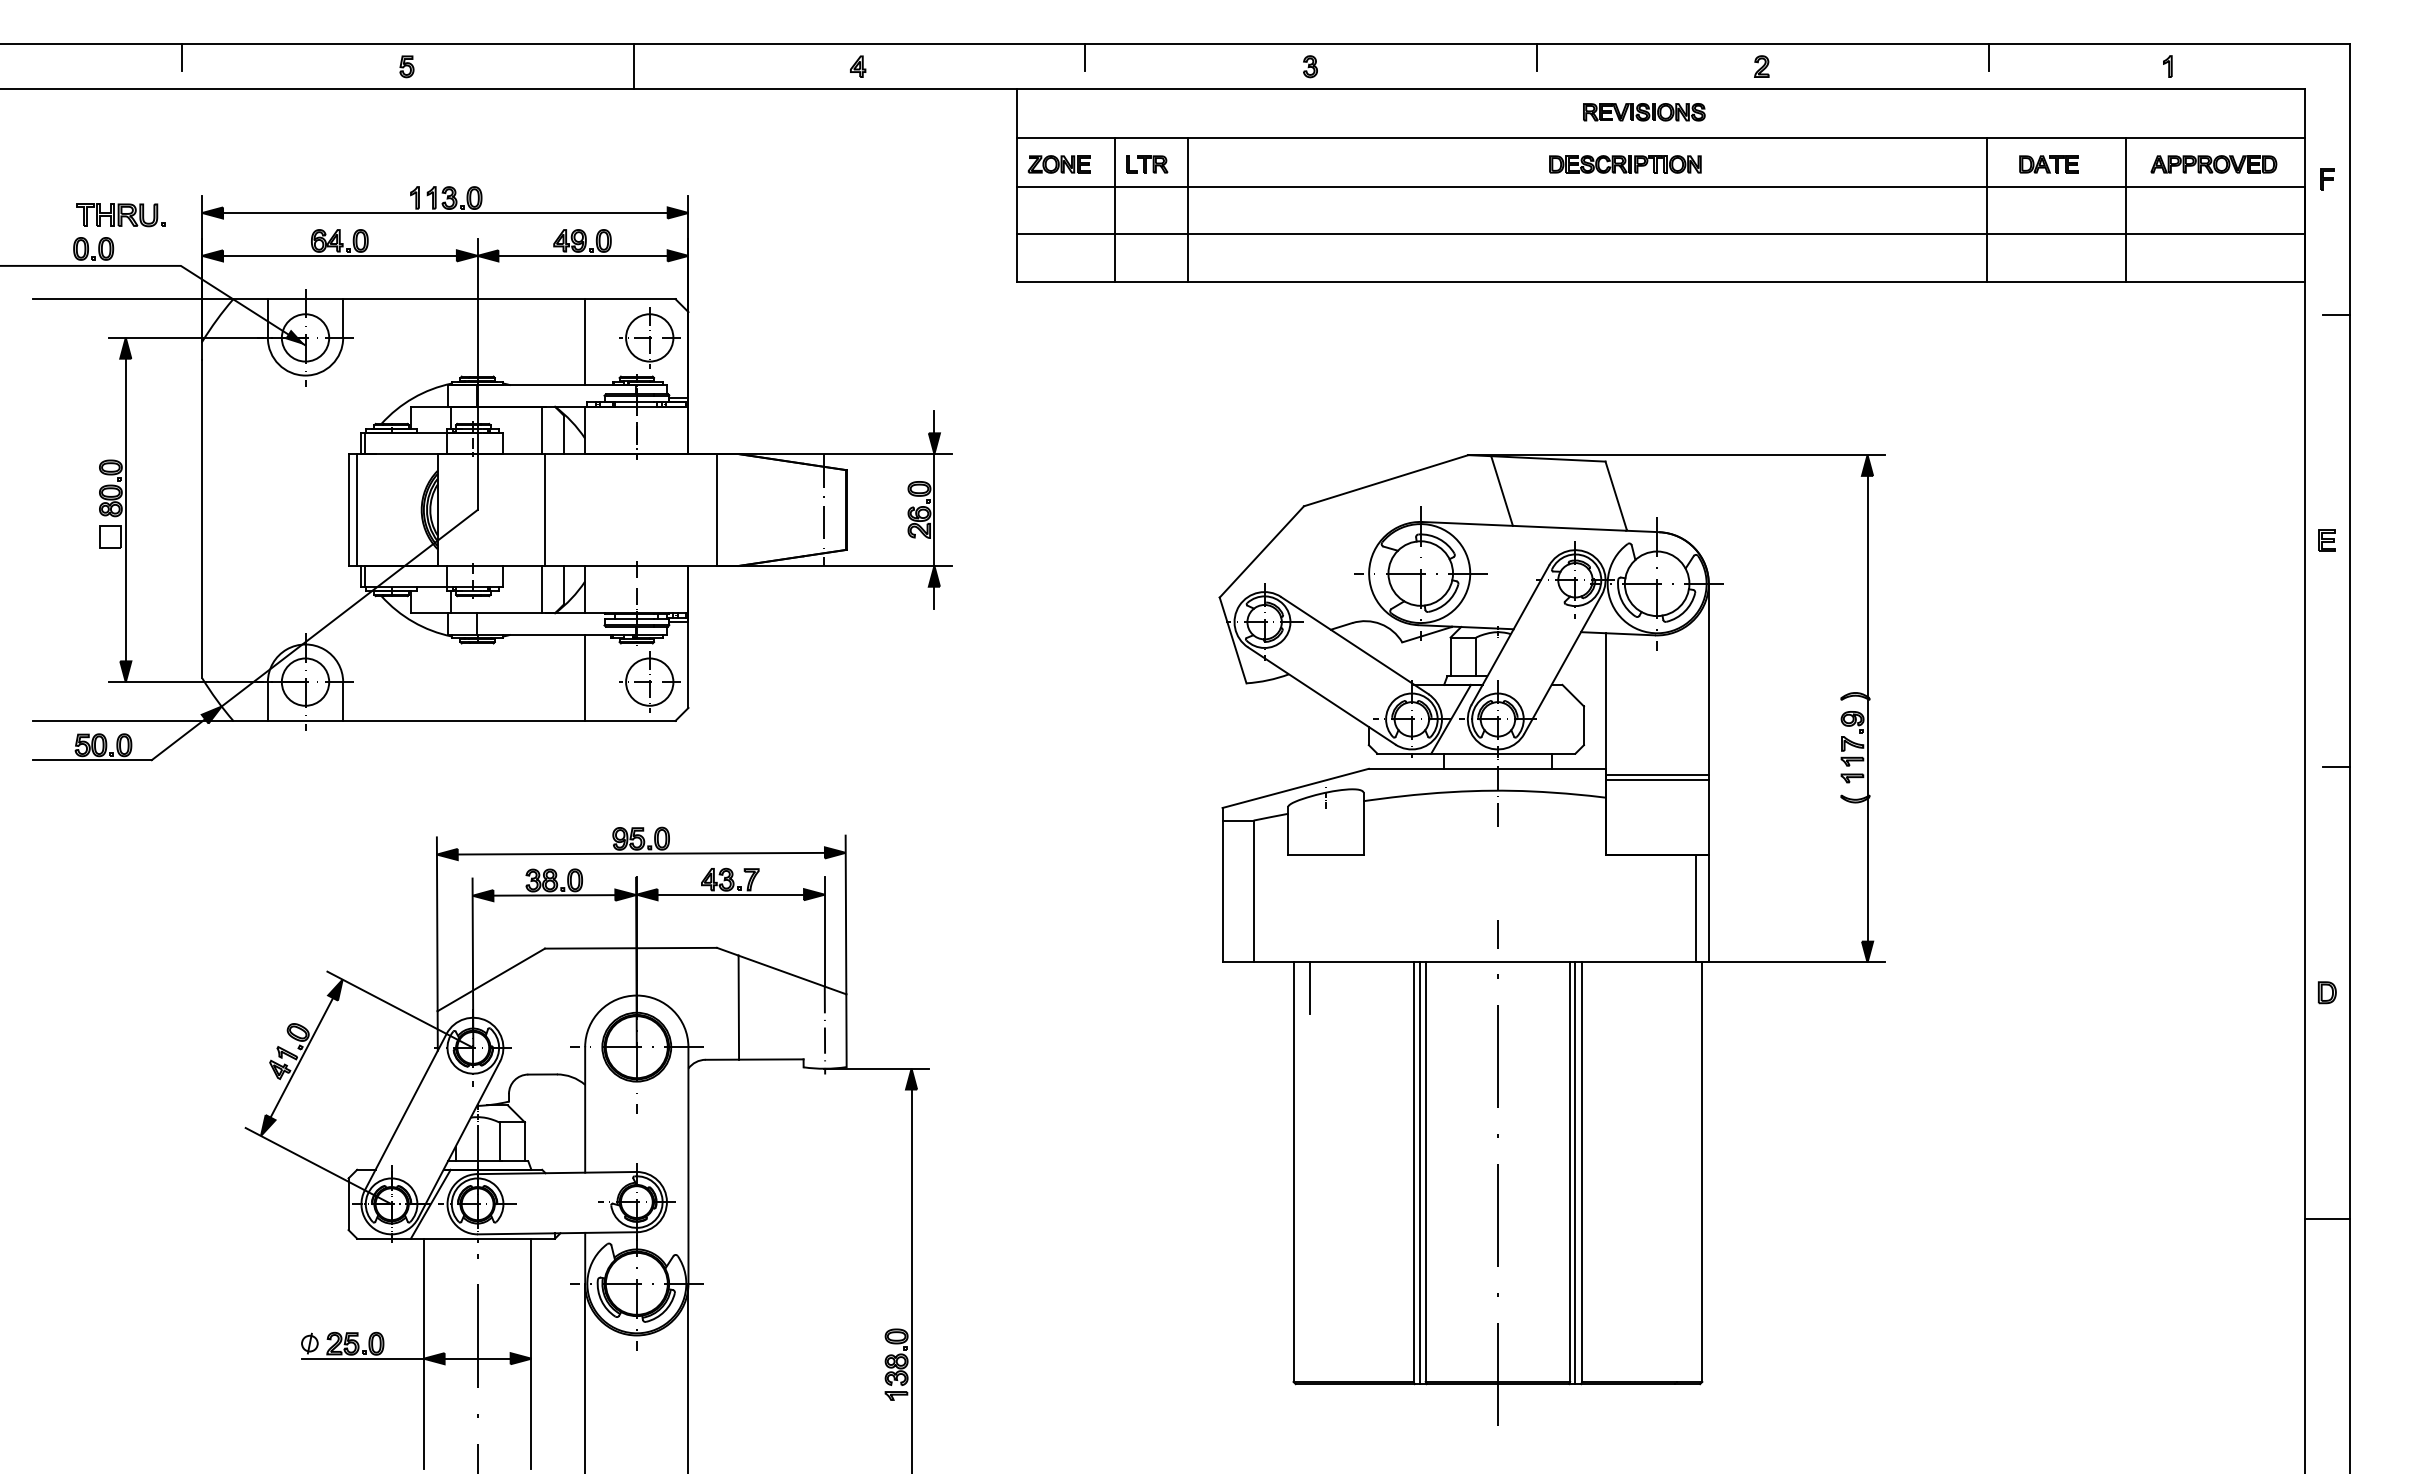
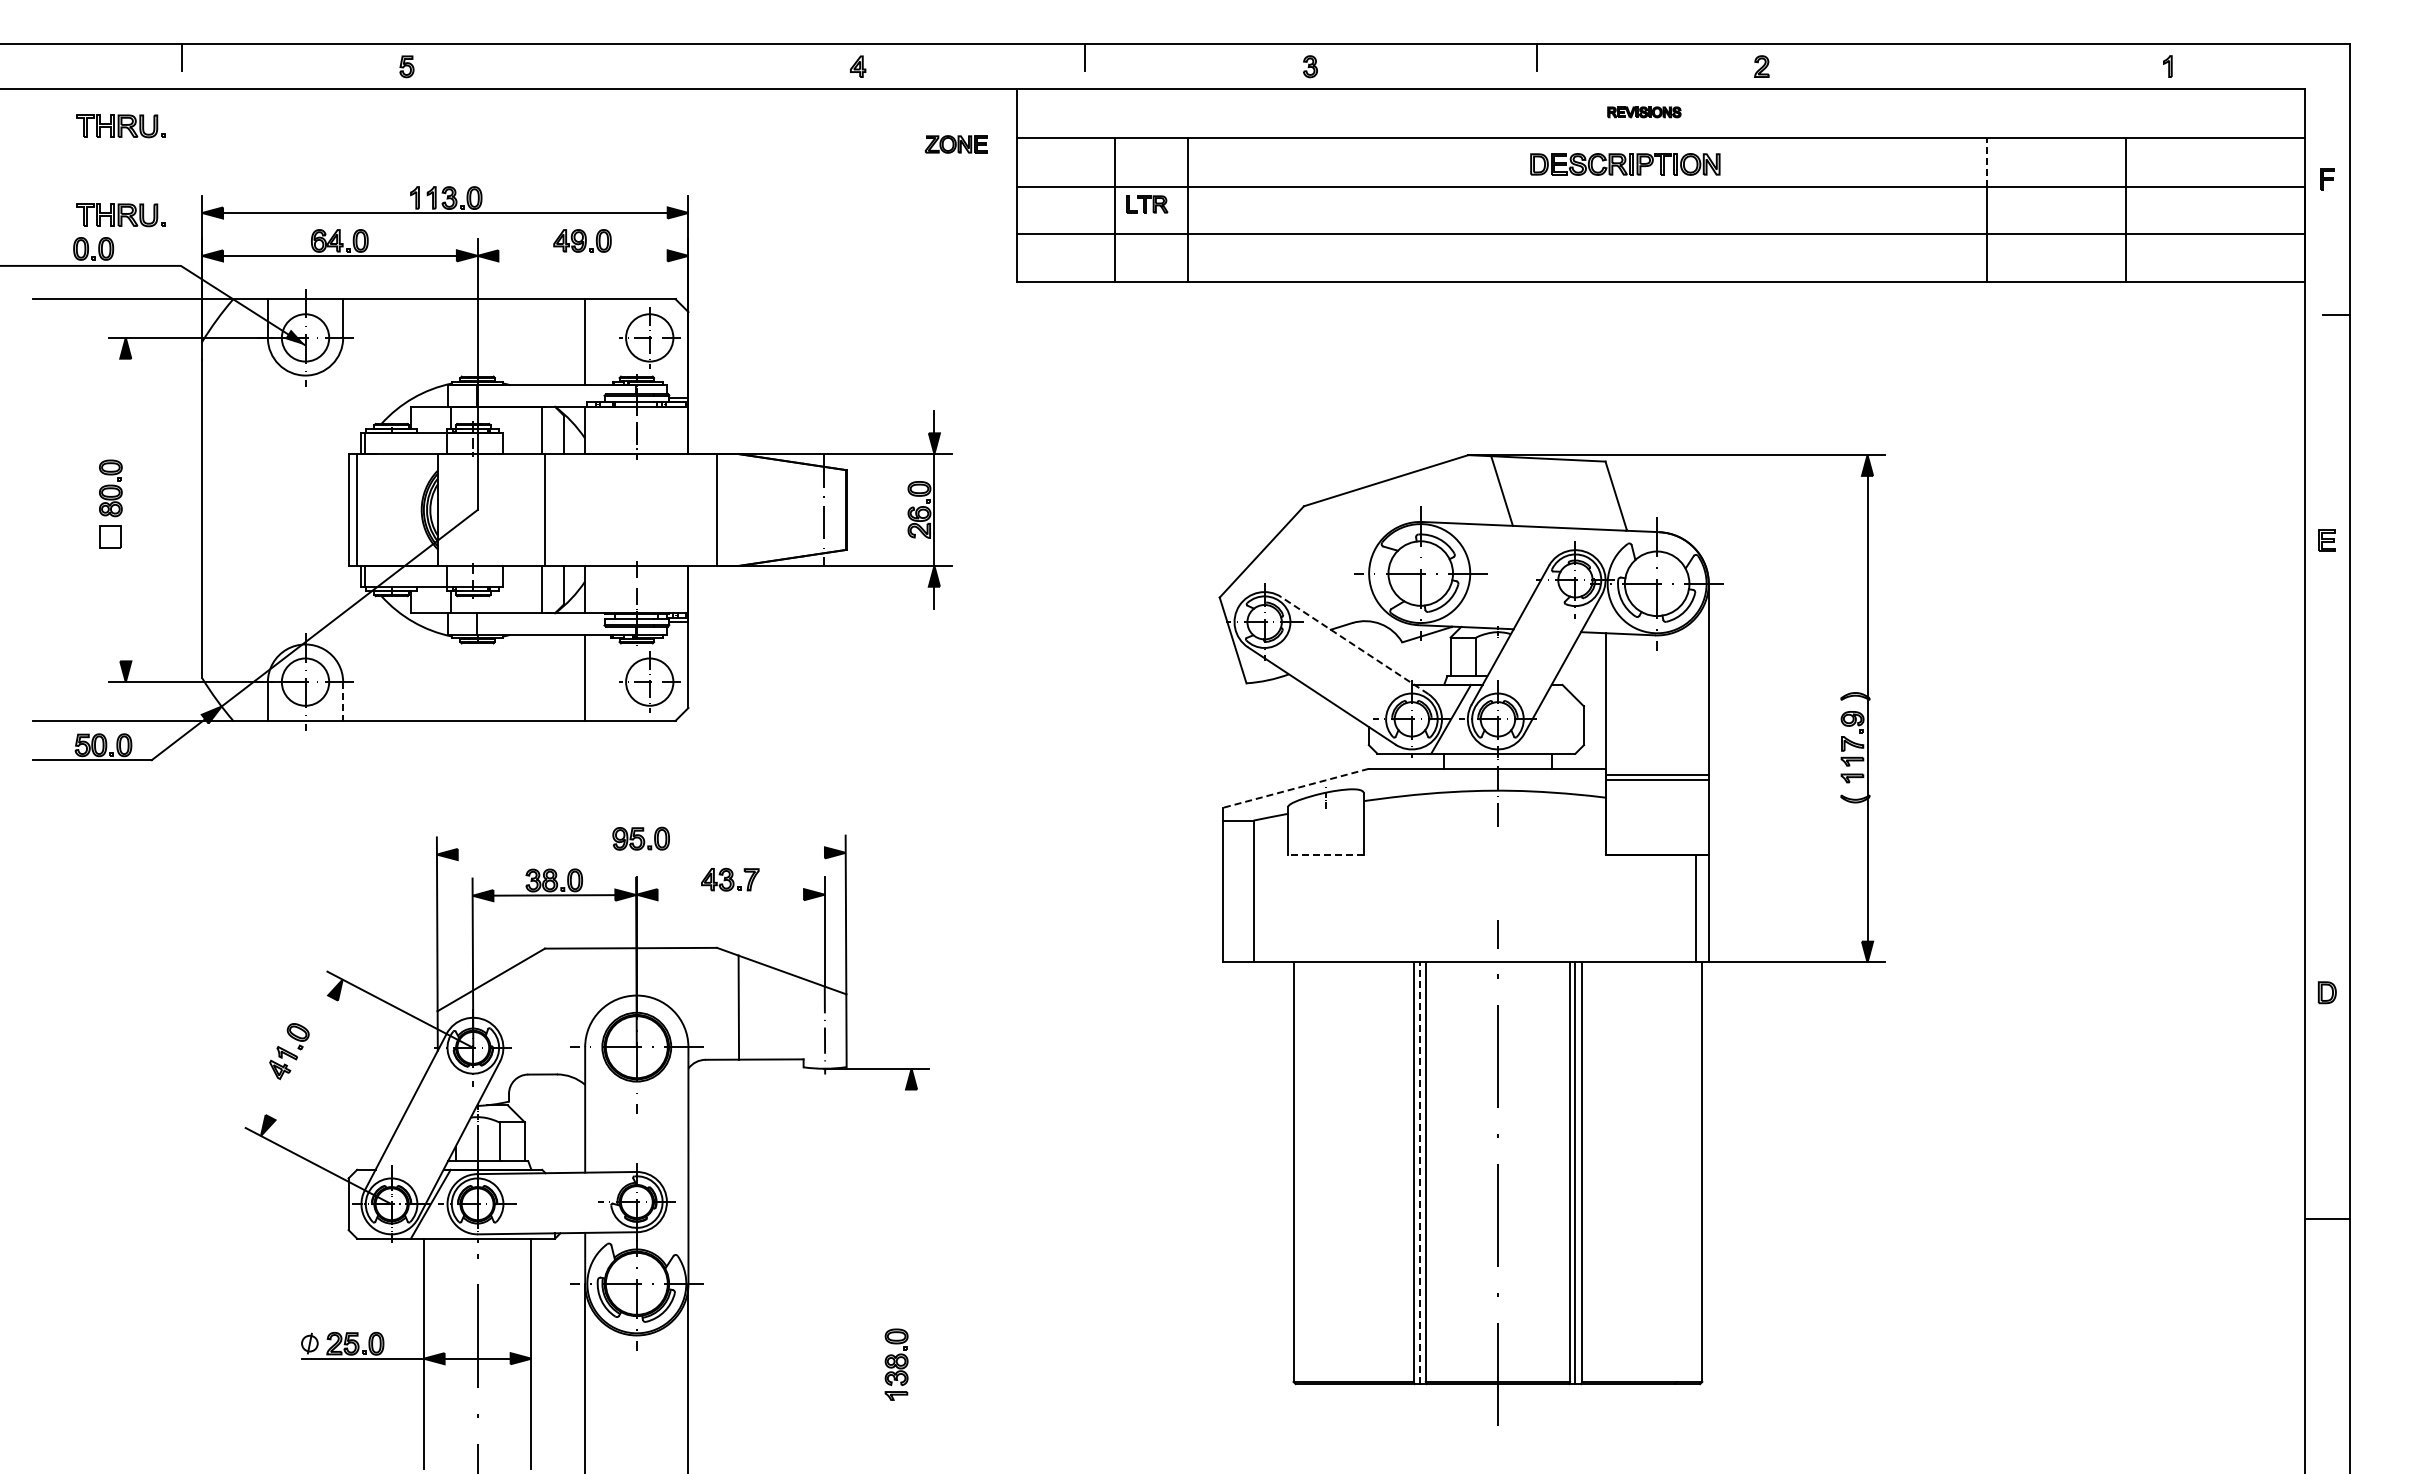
line at (1988, 57): present -> none
line at (633, 66): present -> none
part at (1644, 112) size: 123x19 px -> 75x13 px
part at (120, 126): none -> present
line at (1987, 162): solid -> dashed
part at (1058, 164) position: (1058, 164) -> (955, 144)
part at (1147, 164) position: (1147, 164) -> (1147, 204)
part at (1625, 164) size: 153x19 px -> 191x23 px
part at (2048, 164): present -> none
part at (2213, 164): present -> none
line at (582, 255): present -> none
line at (125, 509): present -> none
line at (1354, 645): solid -> dashed
line at (343, 702): solid -> dashed
line at (2336, 766): present -> none
line at (1295, 788): solid -> dashed
line at (640, 853): present -> none
line at (1325, 854): solid -> dashed
line at (730, 894): present -> none
line at (1310, 988): present -> none
line at (301, 1057): present -> none
line at (1420, 1173): solid -> dashed
line at (911, 1279): present -> none
